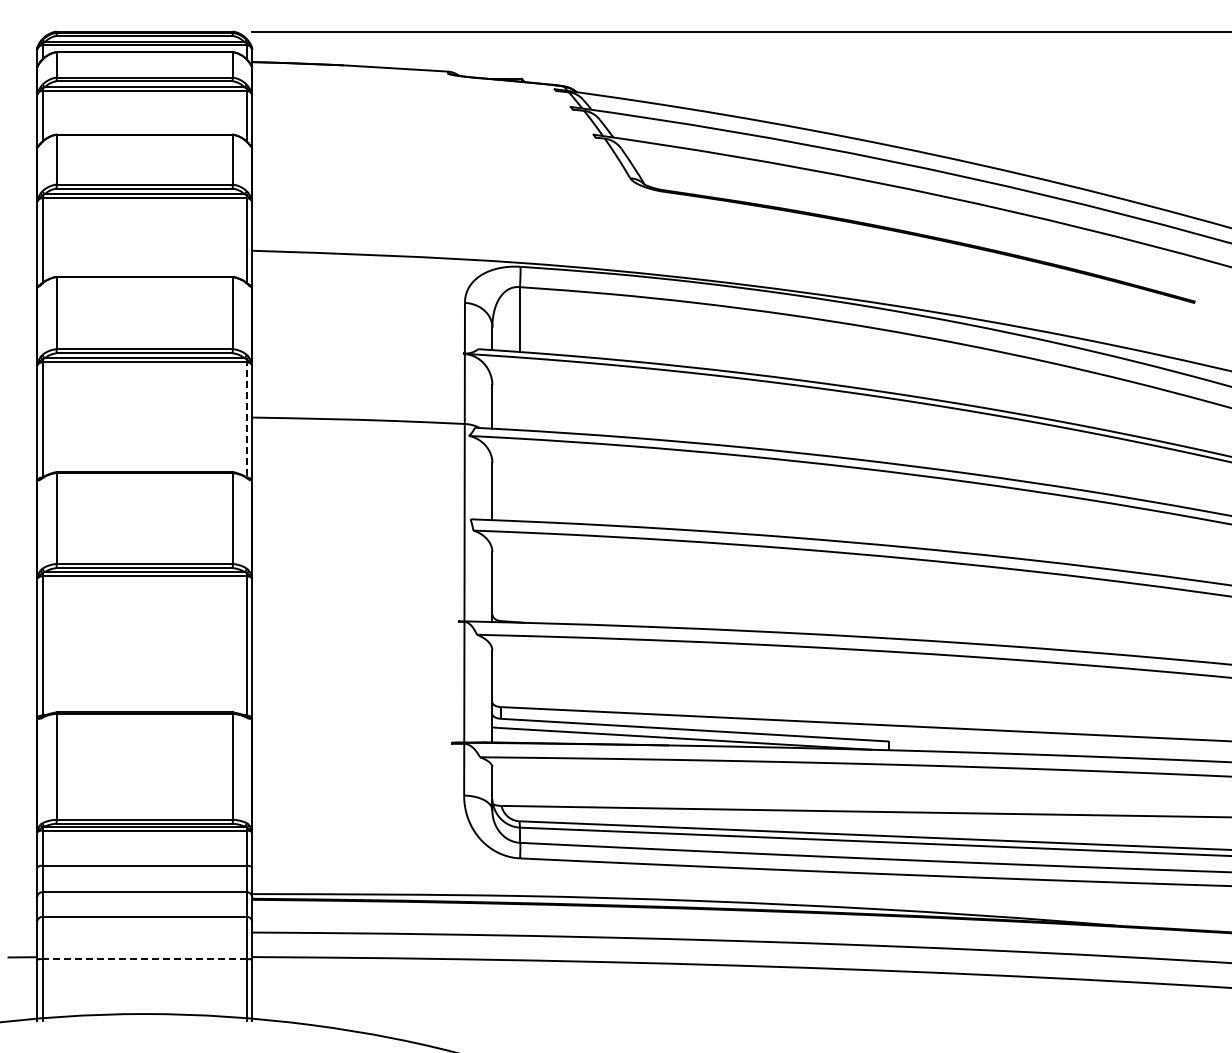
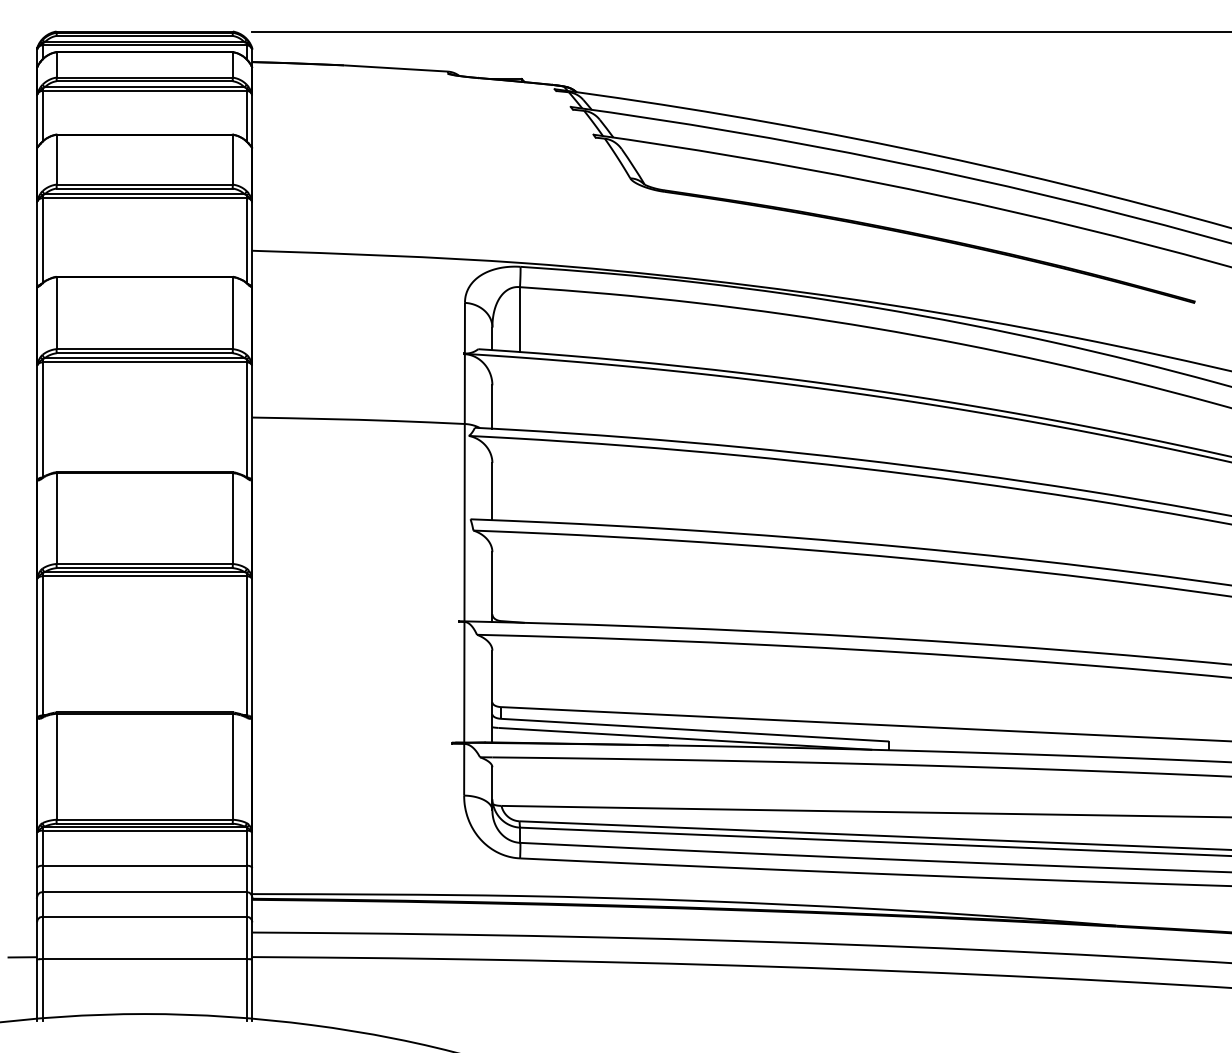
line at (246, 418): dashed -> solid
line at (144, 959): dashed -> solid
